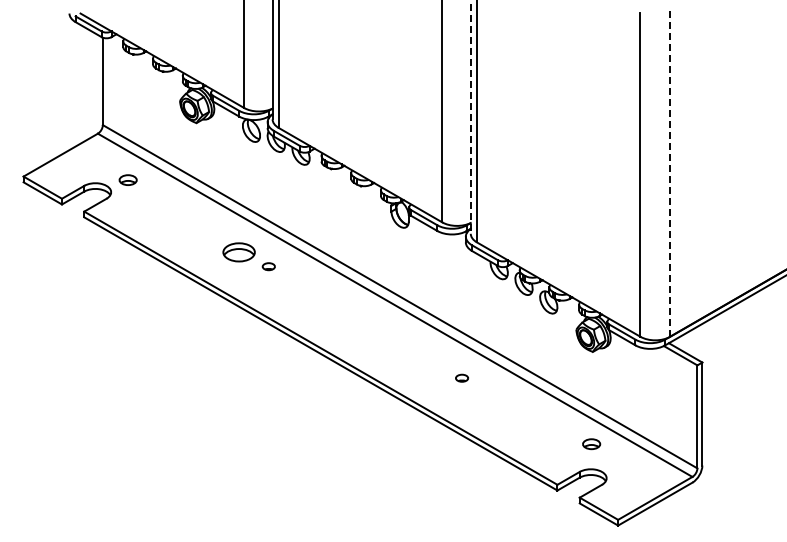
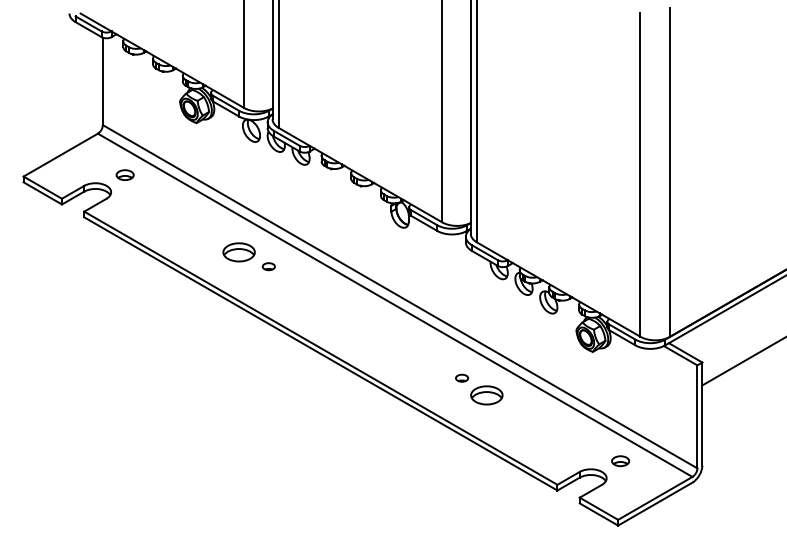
line at (470, 117): dashed -> solid
line at (670, 171): dashed -> solid
part at (127, 179) position: (127, 179) -> (124, 174)
line at (742, 361): none -> present
part at (486, 395): none -> present
part at (591, 444) position: (591, 444) -> (620, 461)
